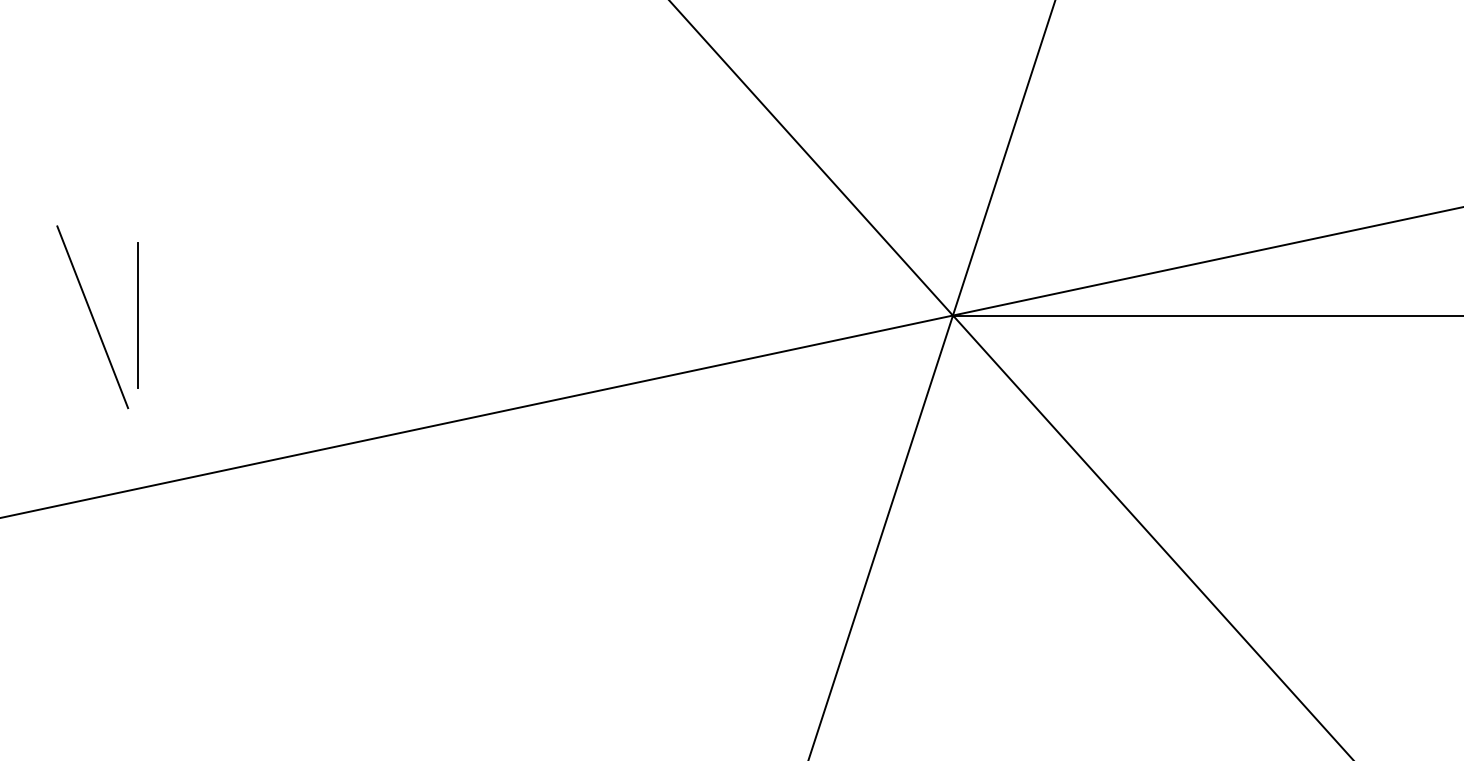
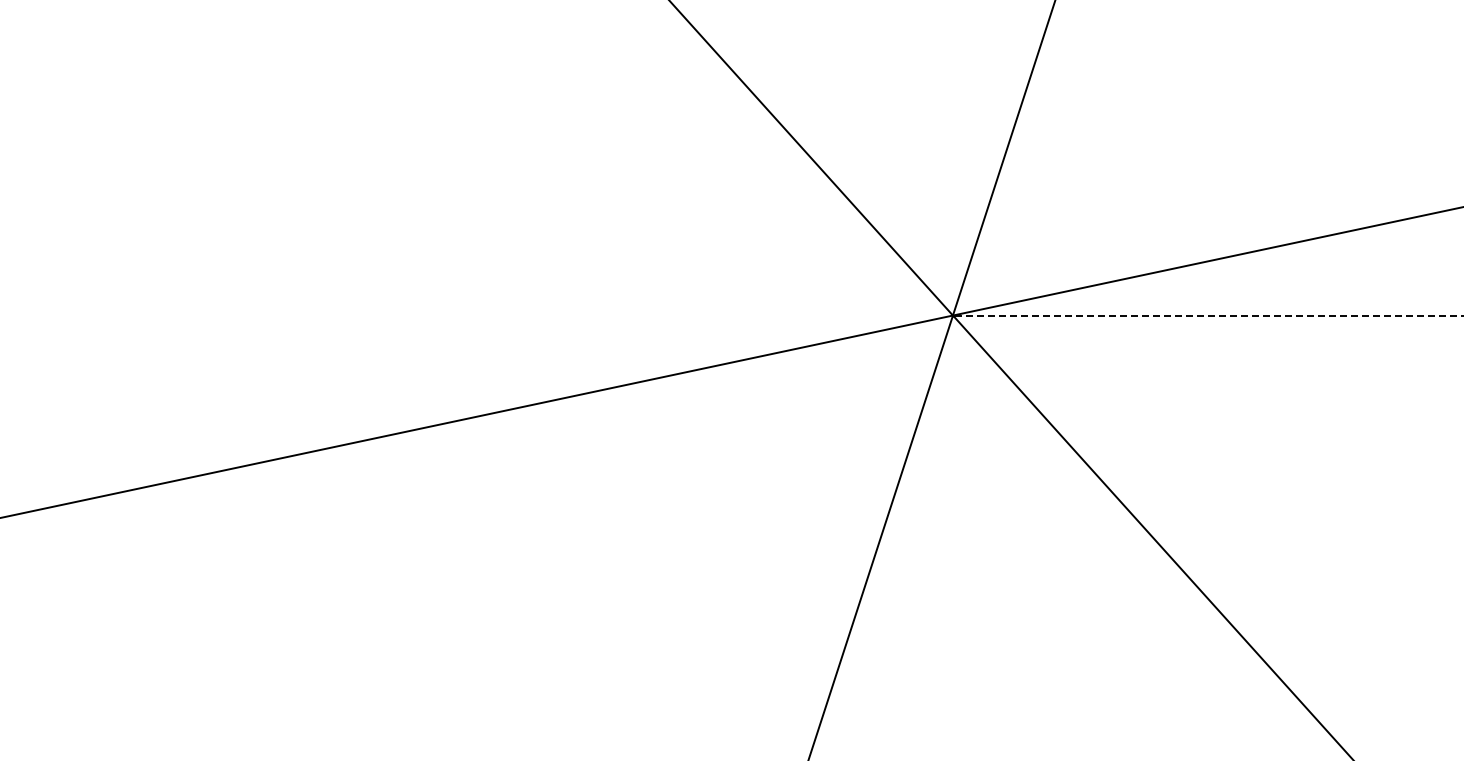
line at (137, 315): present -> none
line at (1207, 315): solid -> dashed
line at (92, 317): present -> none
